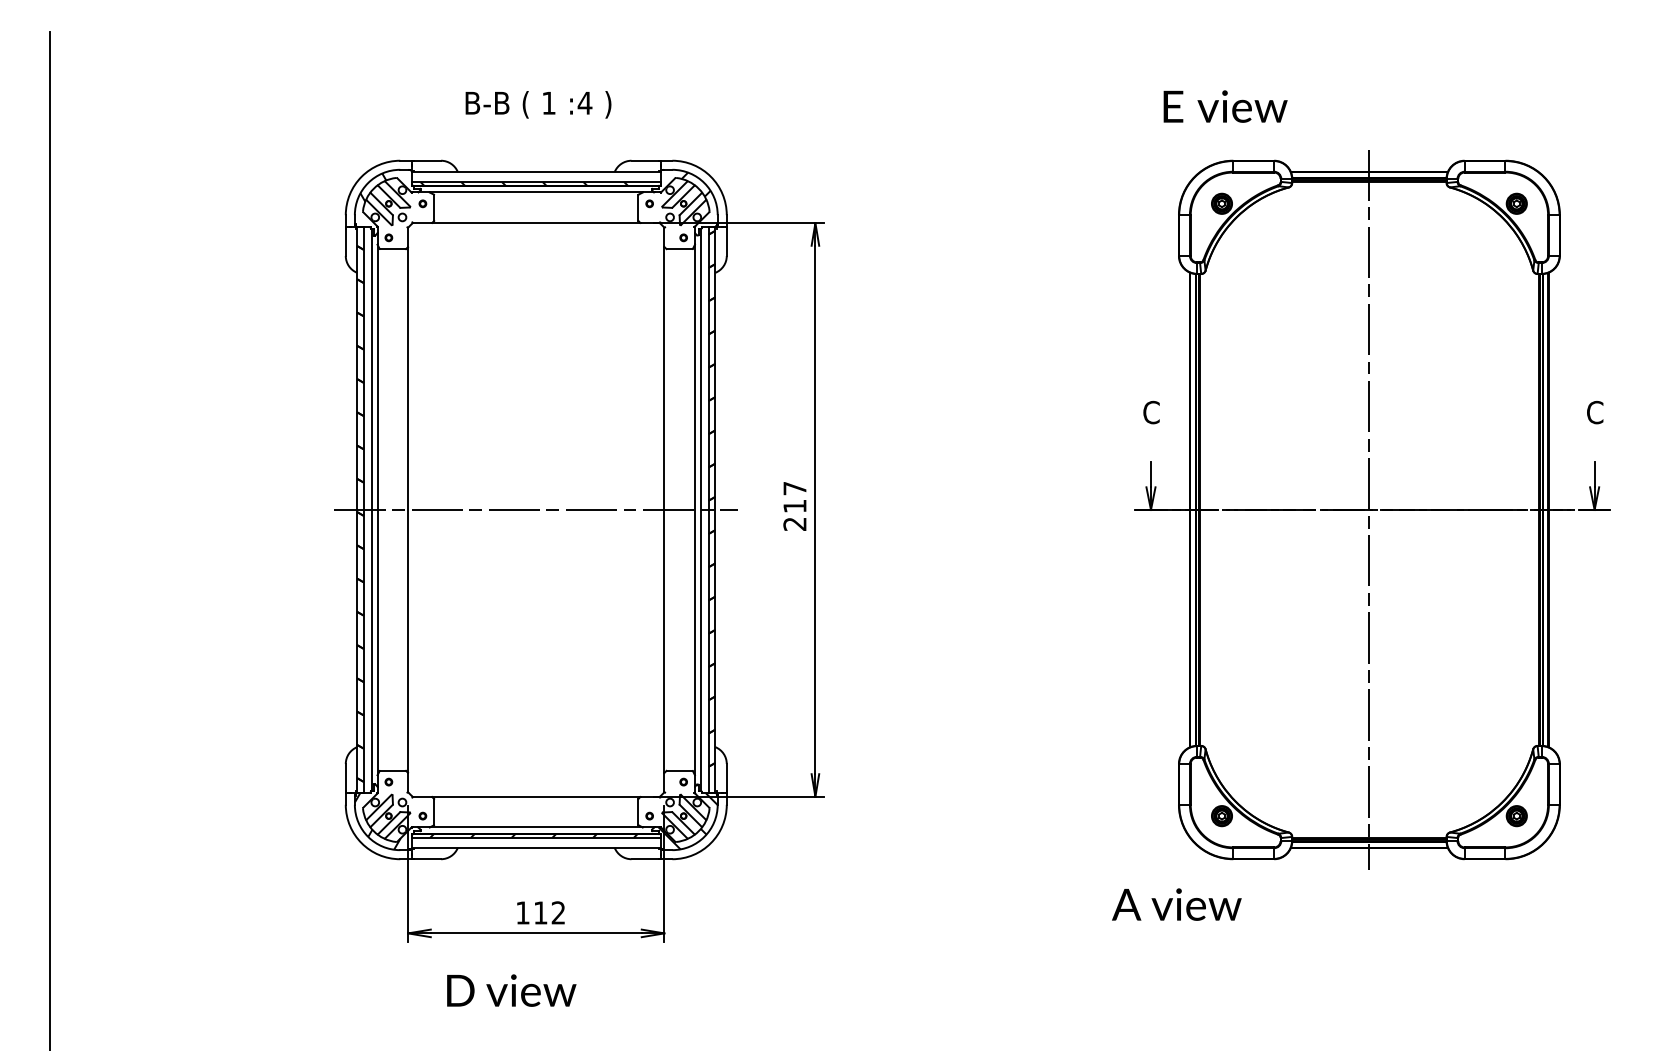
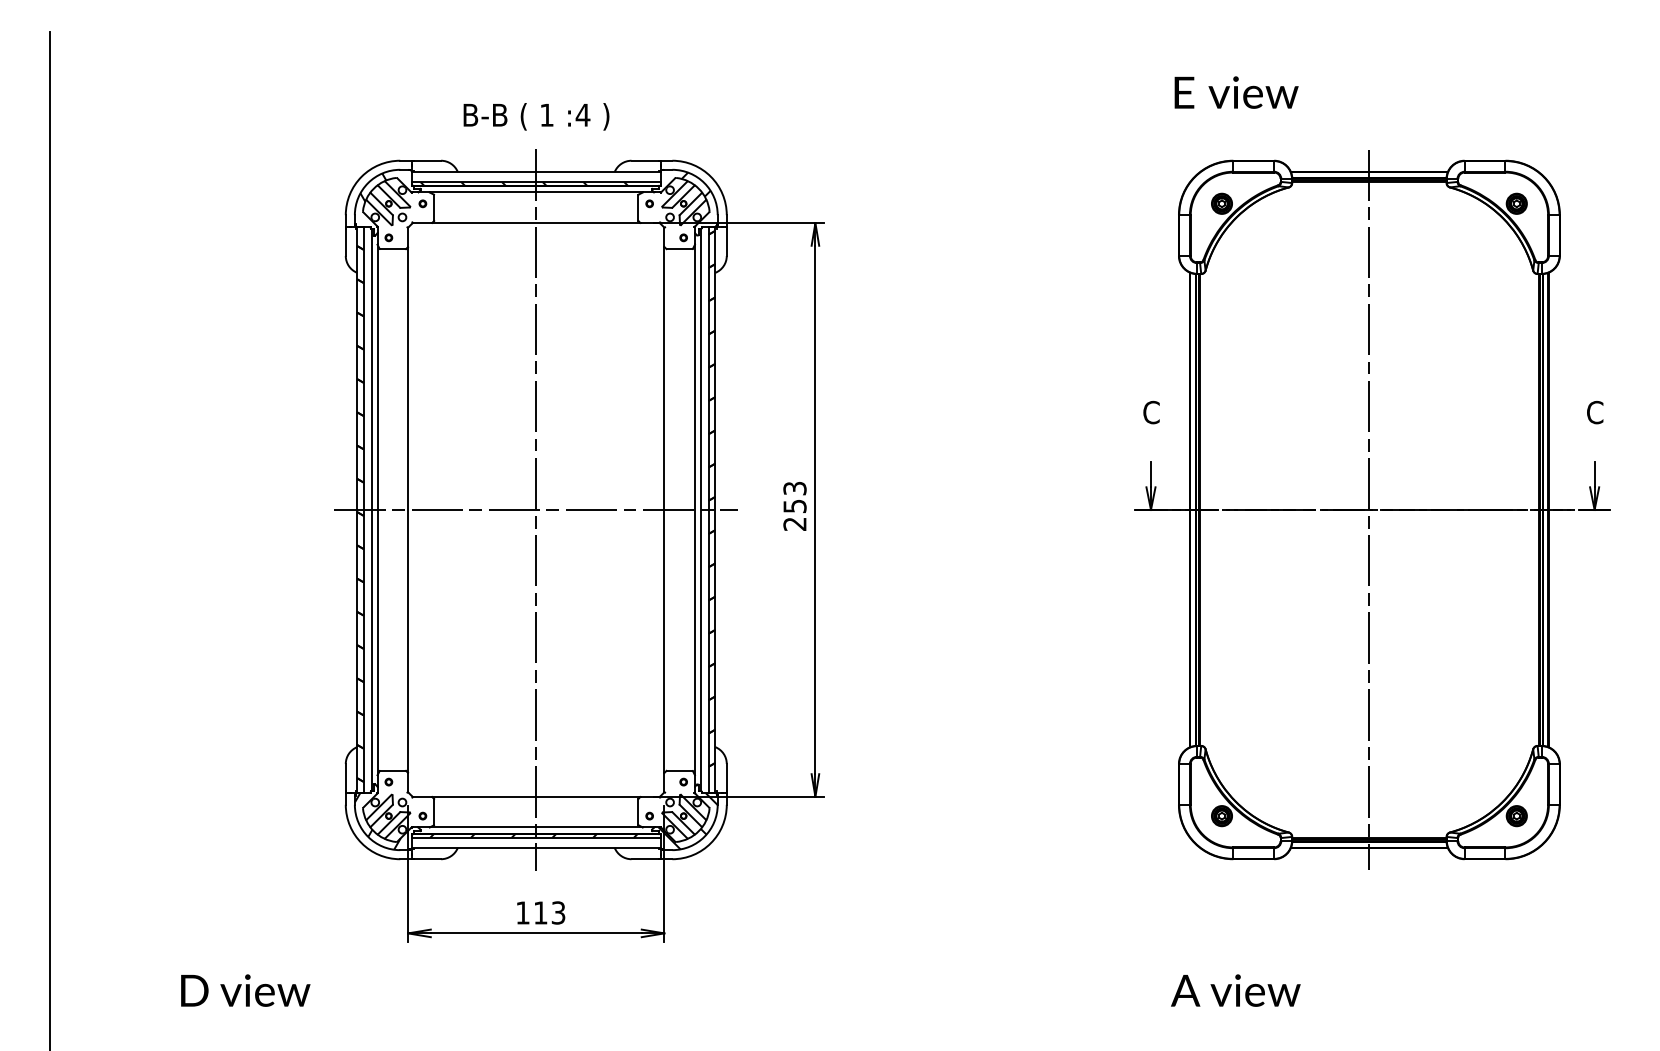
text at (538, 104) position: (538, 104) -> (536, 116)
text at (1225, 106) position: (1225, 106) -> (1236, 92)
text at (794, 496): 217 -> 253
line at (536, 509): none -> present
text at (1176, 904) position: (1176, 904) -> (1235, 990)
text at (558, 912): 112 -> 113
text at (511, 990) position: (511, 990) -> (245, 990)
